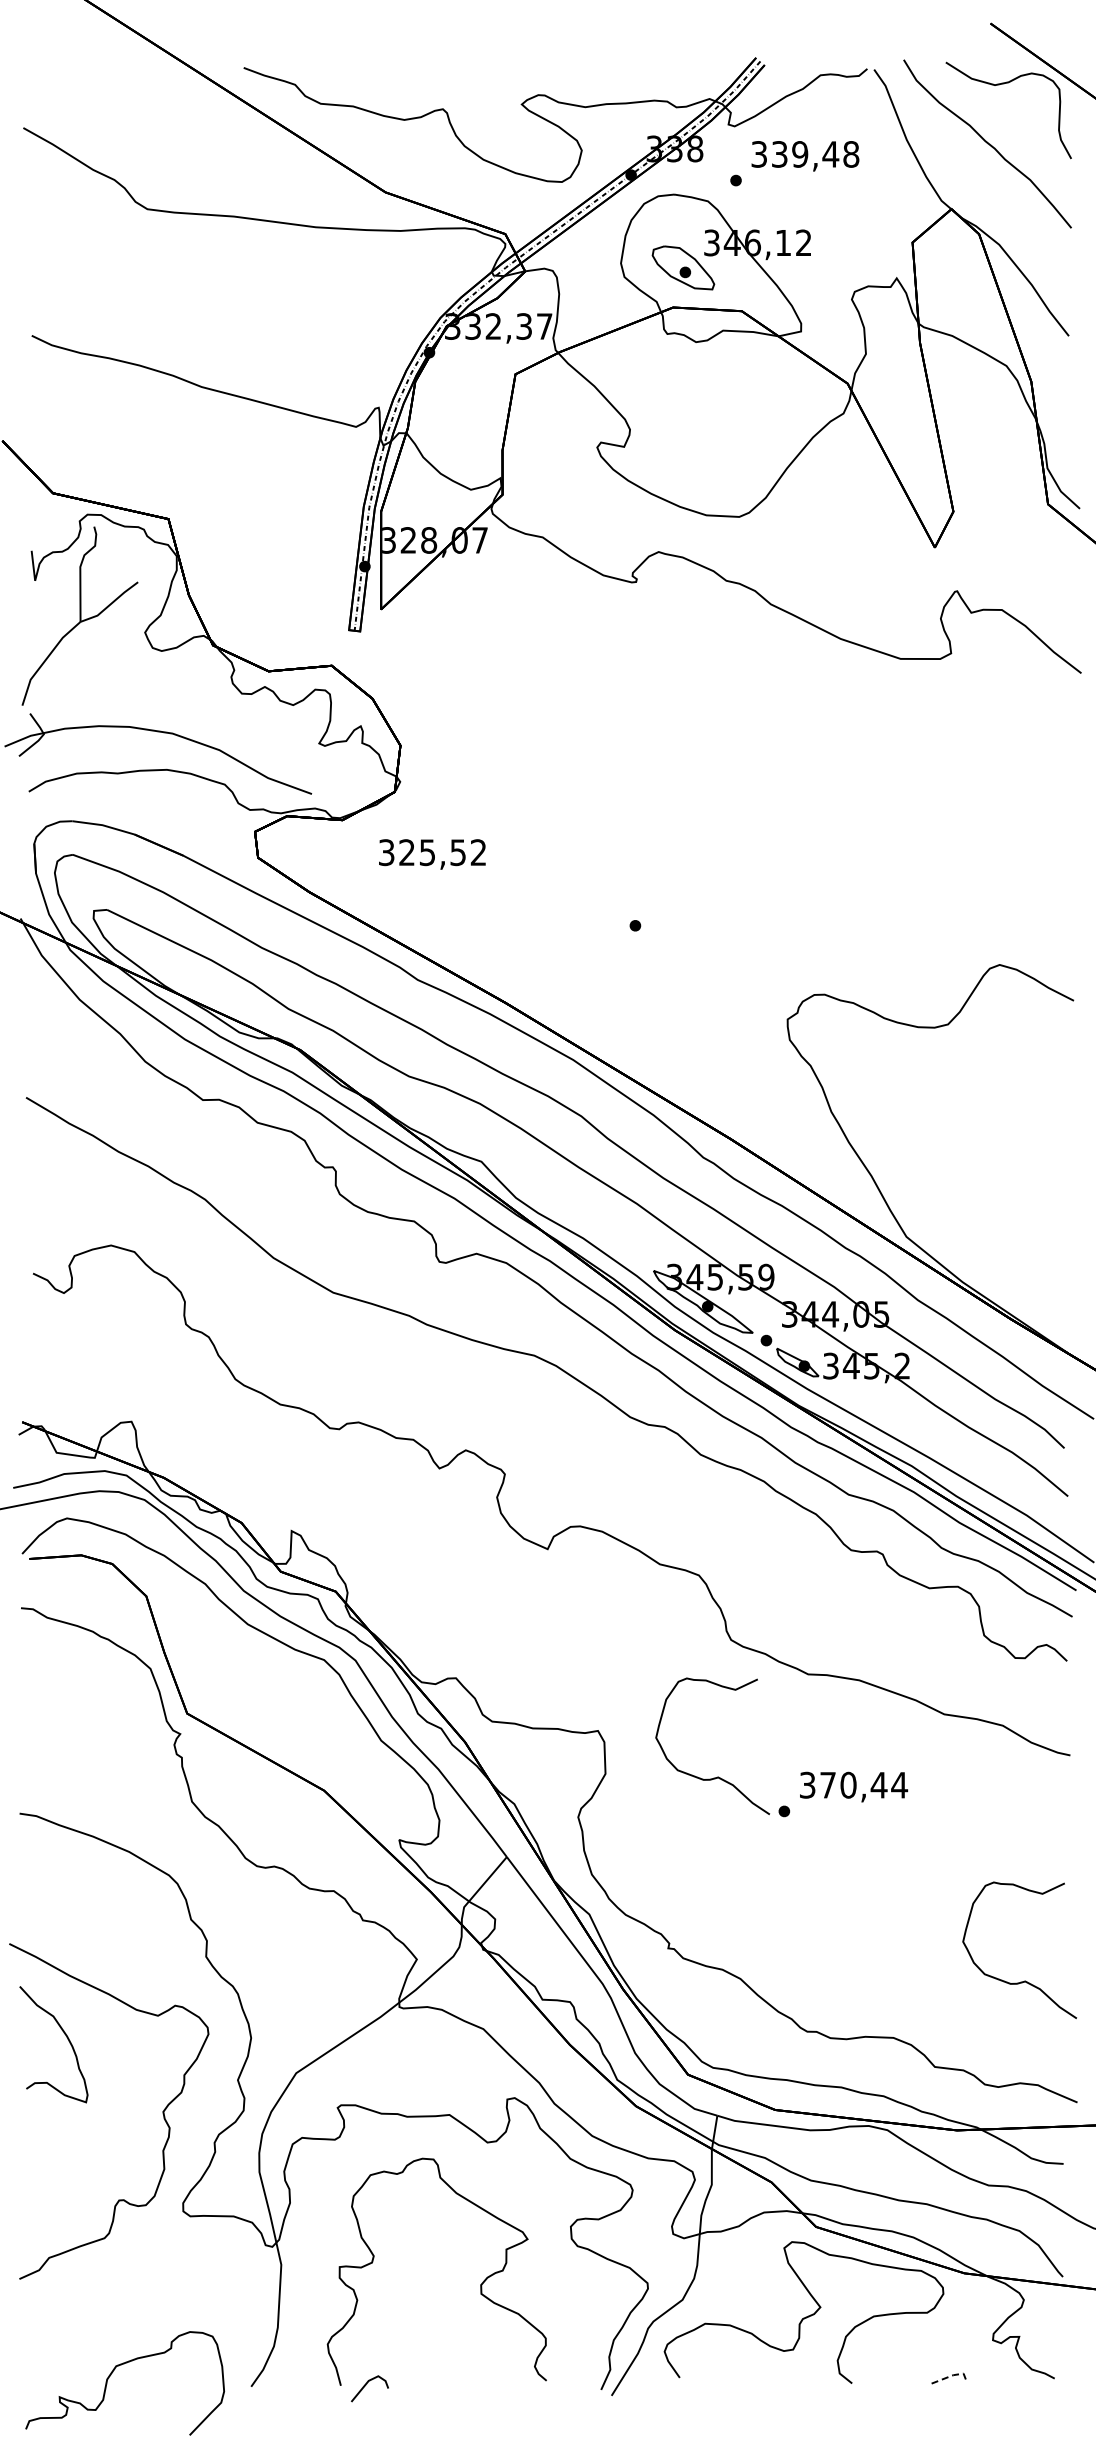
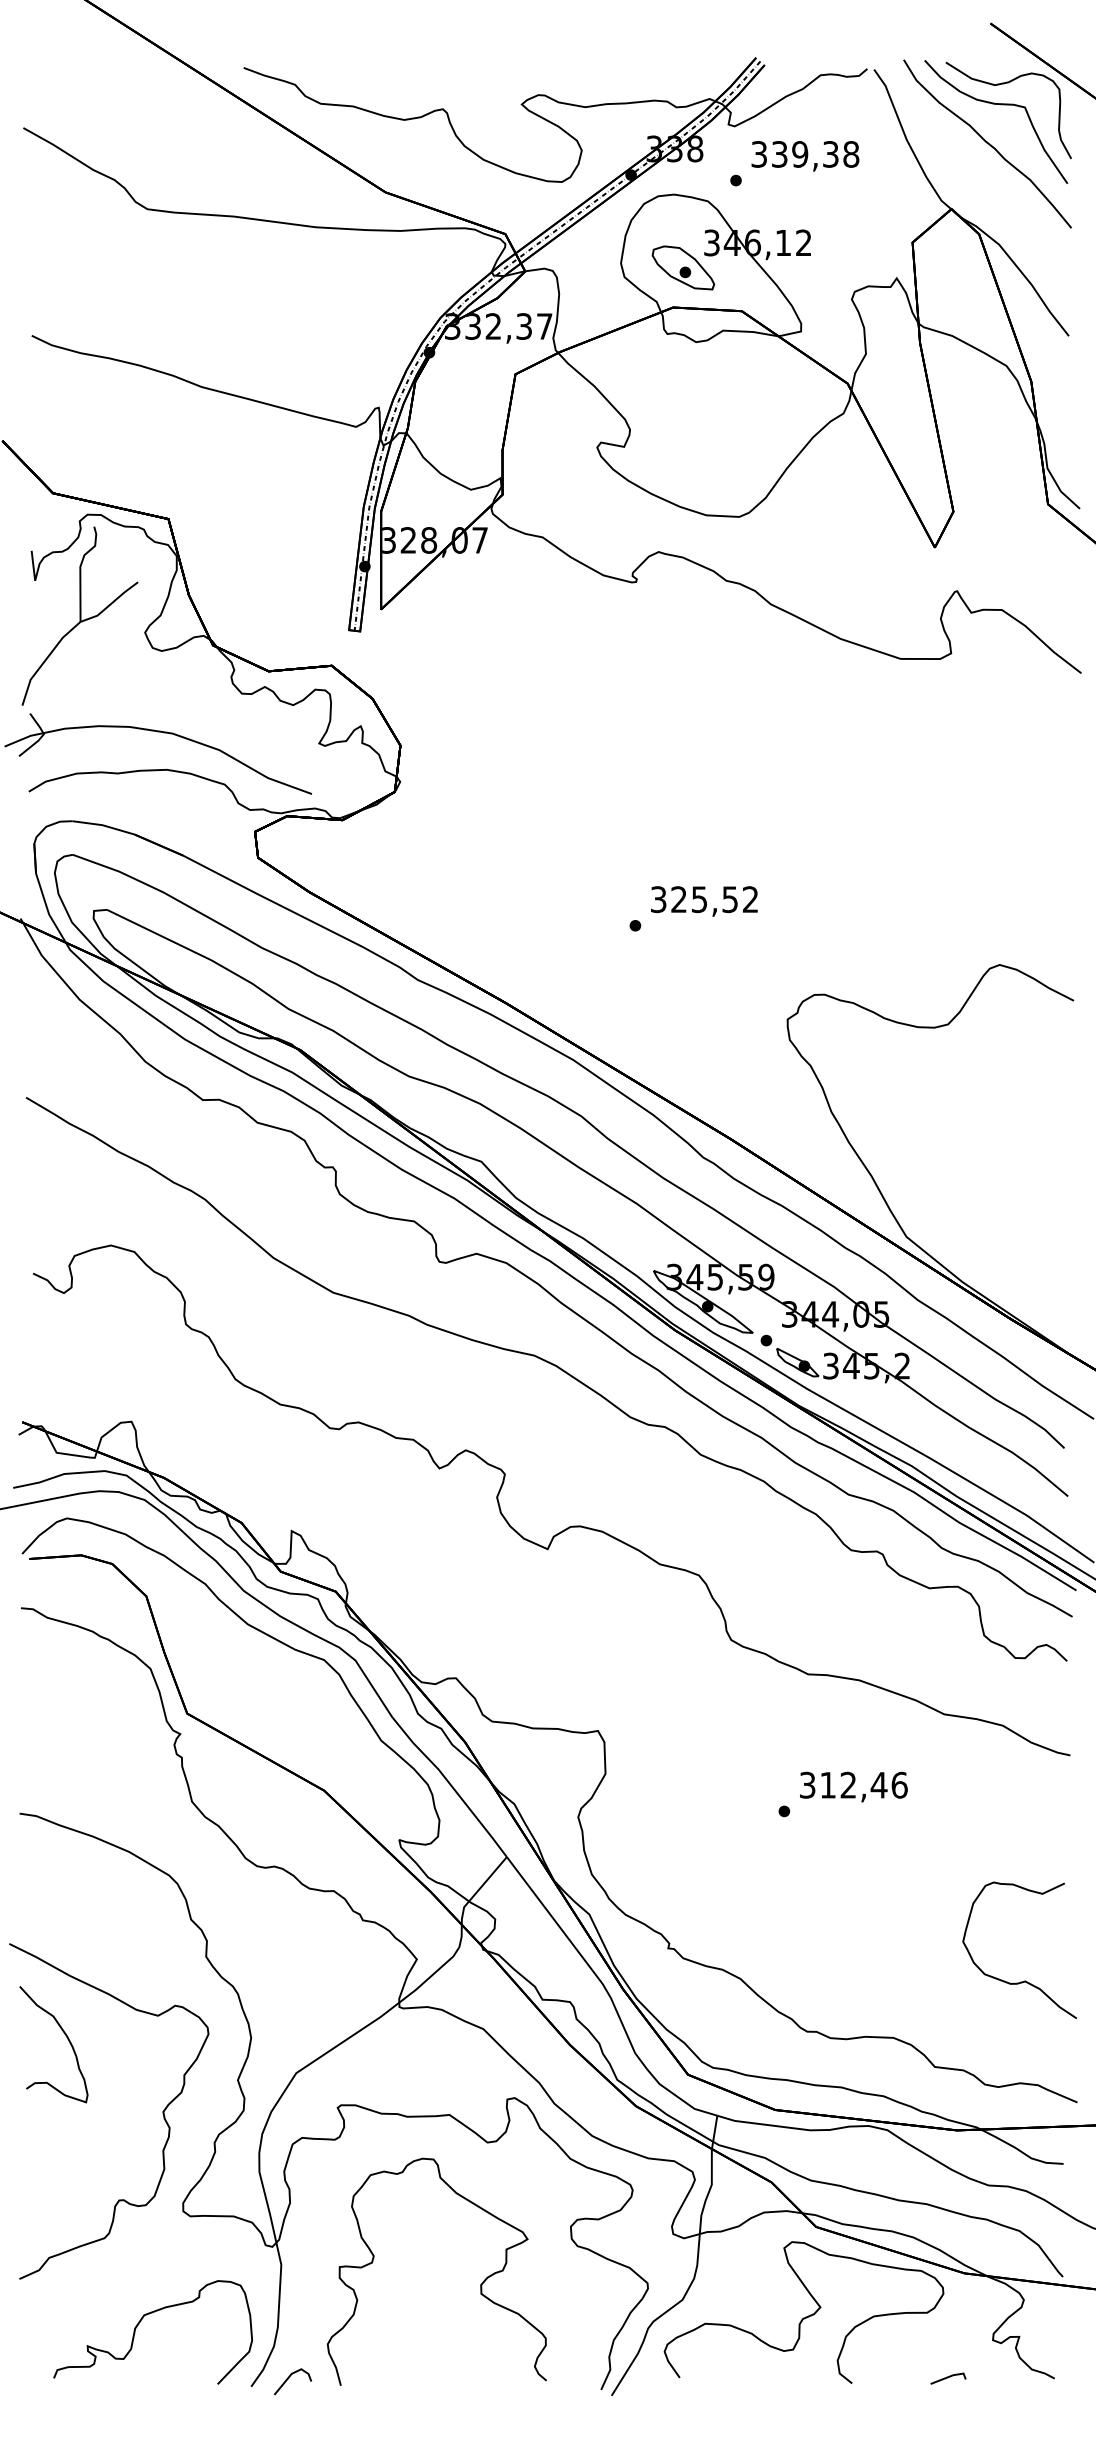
curve at (1001, 105): none -> present
text at (830, 154): 339,48 -> 339,38
text at (432, 854) position: (432, 854) -> (704, 901)
curve at (717, 1776): present -> none
text at (864, 1784): 370,44 -> 312,46
curve at (111, 2375) position: (111, 2375) -> (139, 2324)
line at (950, 2376): dashed -> solid
line at (366, 2385) position: (366, 2385) -> (289, 2378)
